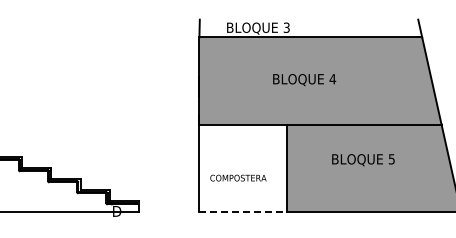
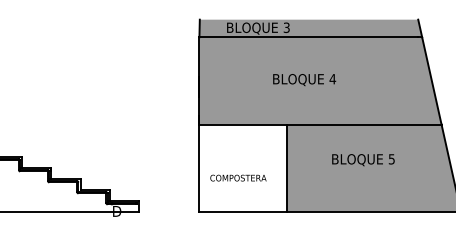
fill at (310, 28): none -> present
line at (243, 212): dashed -> solid
